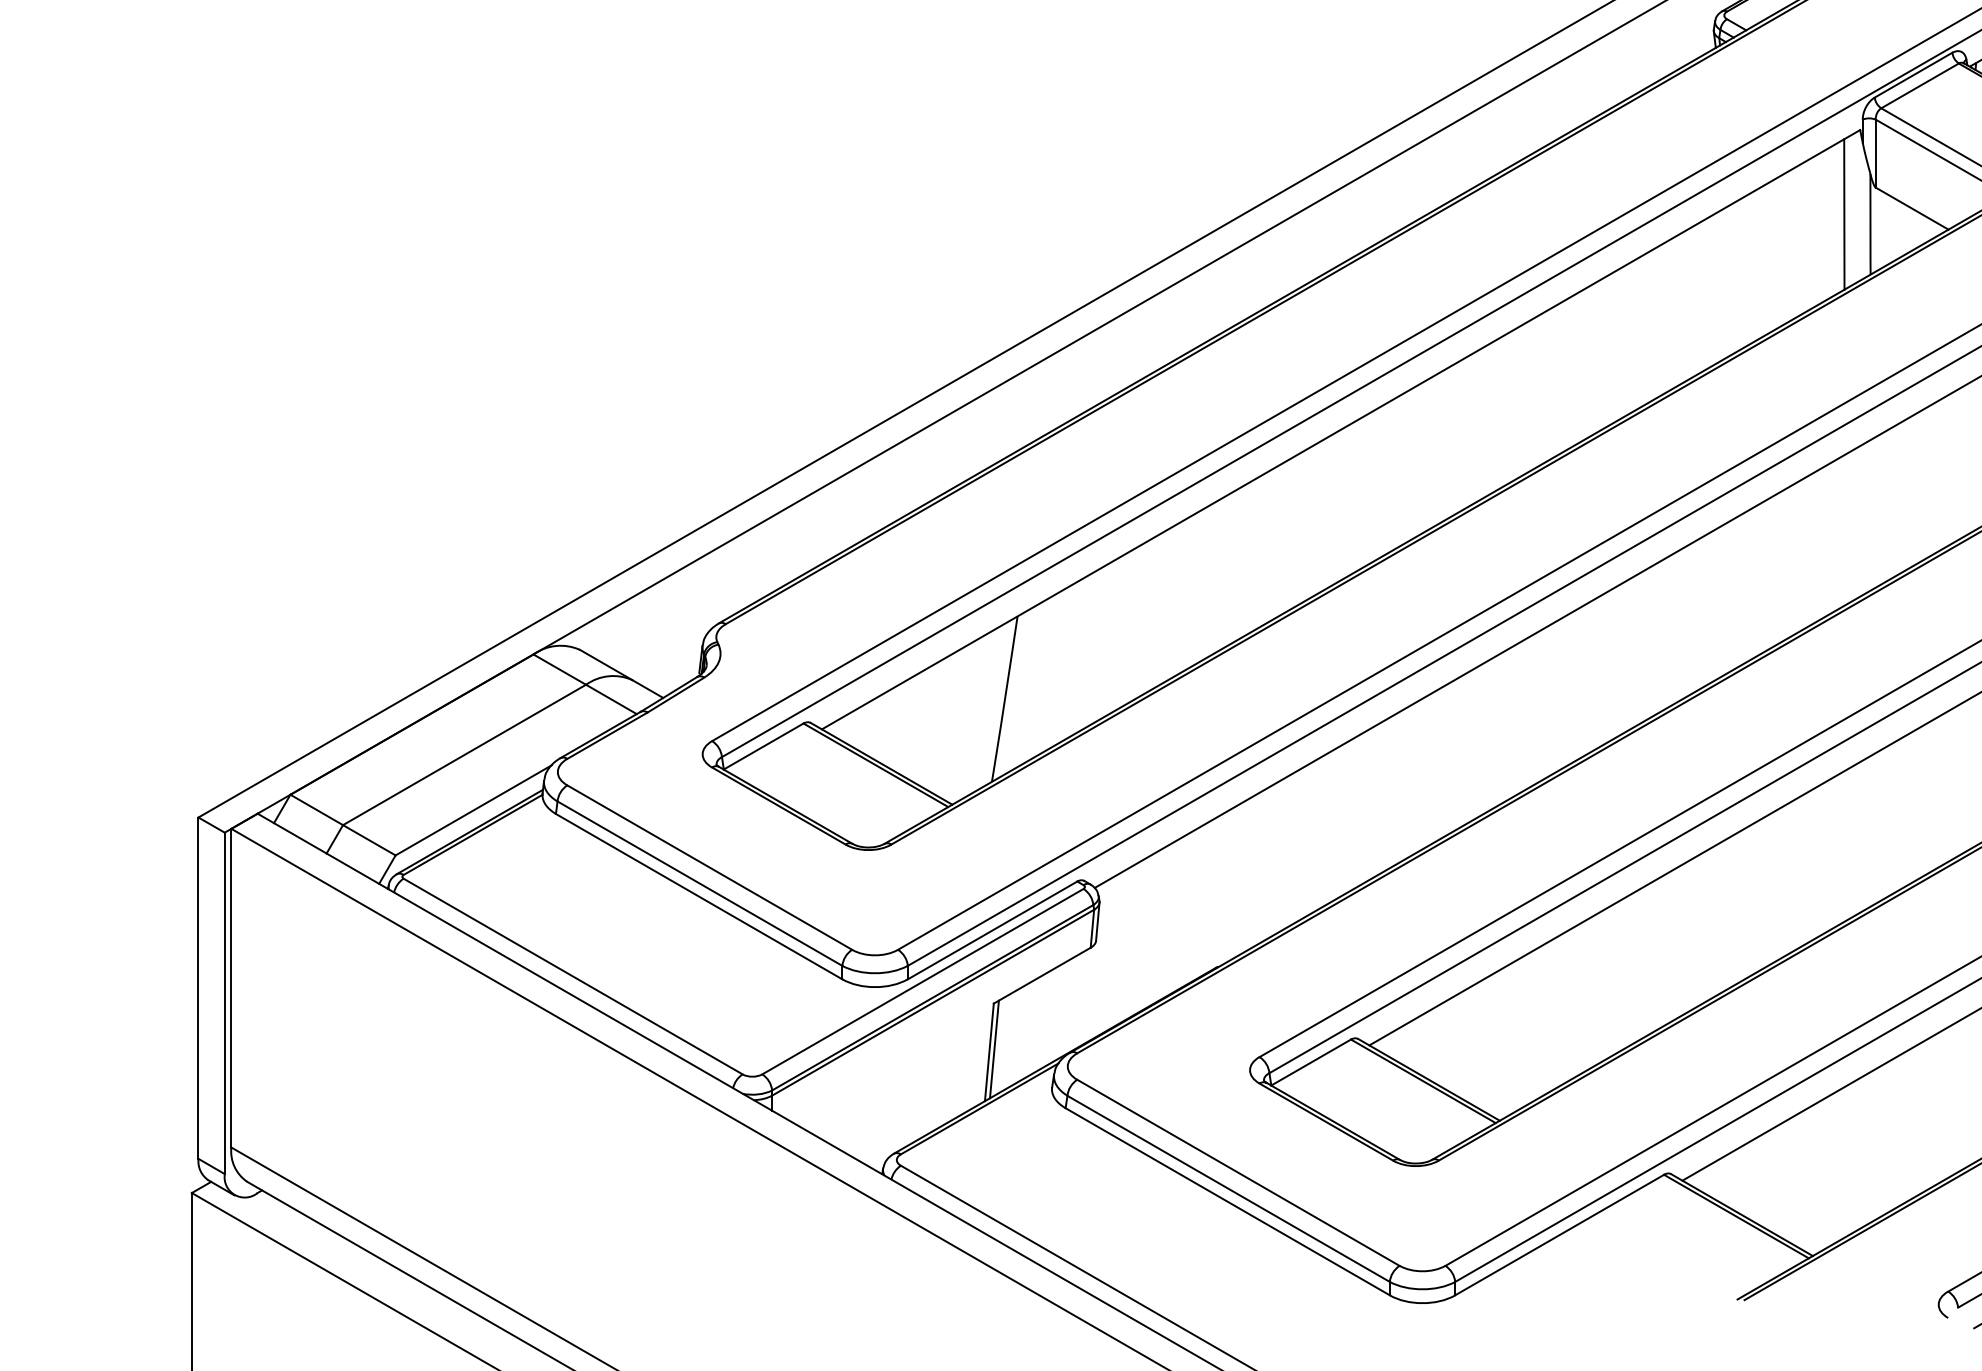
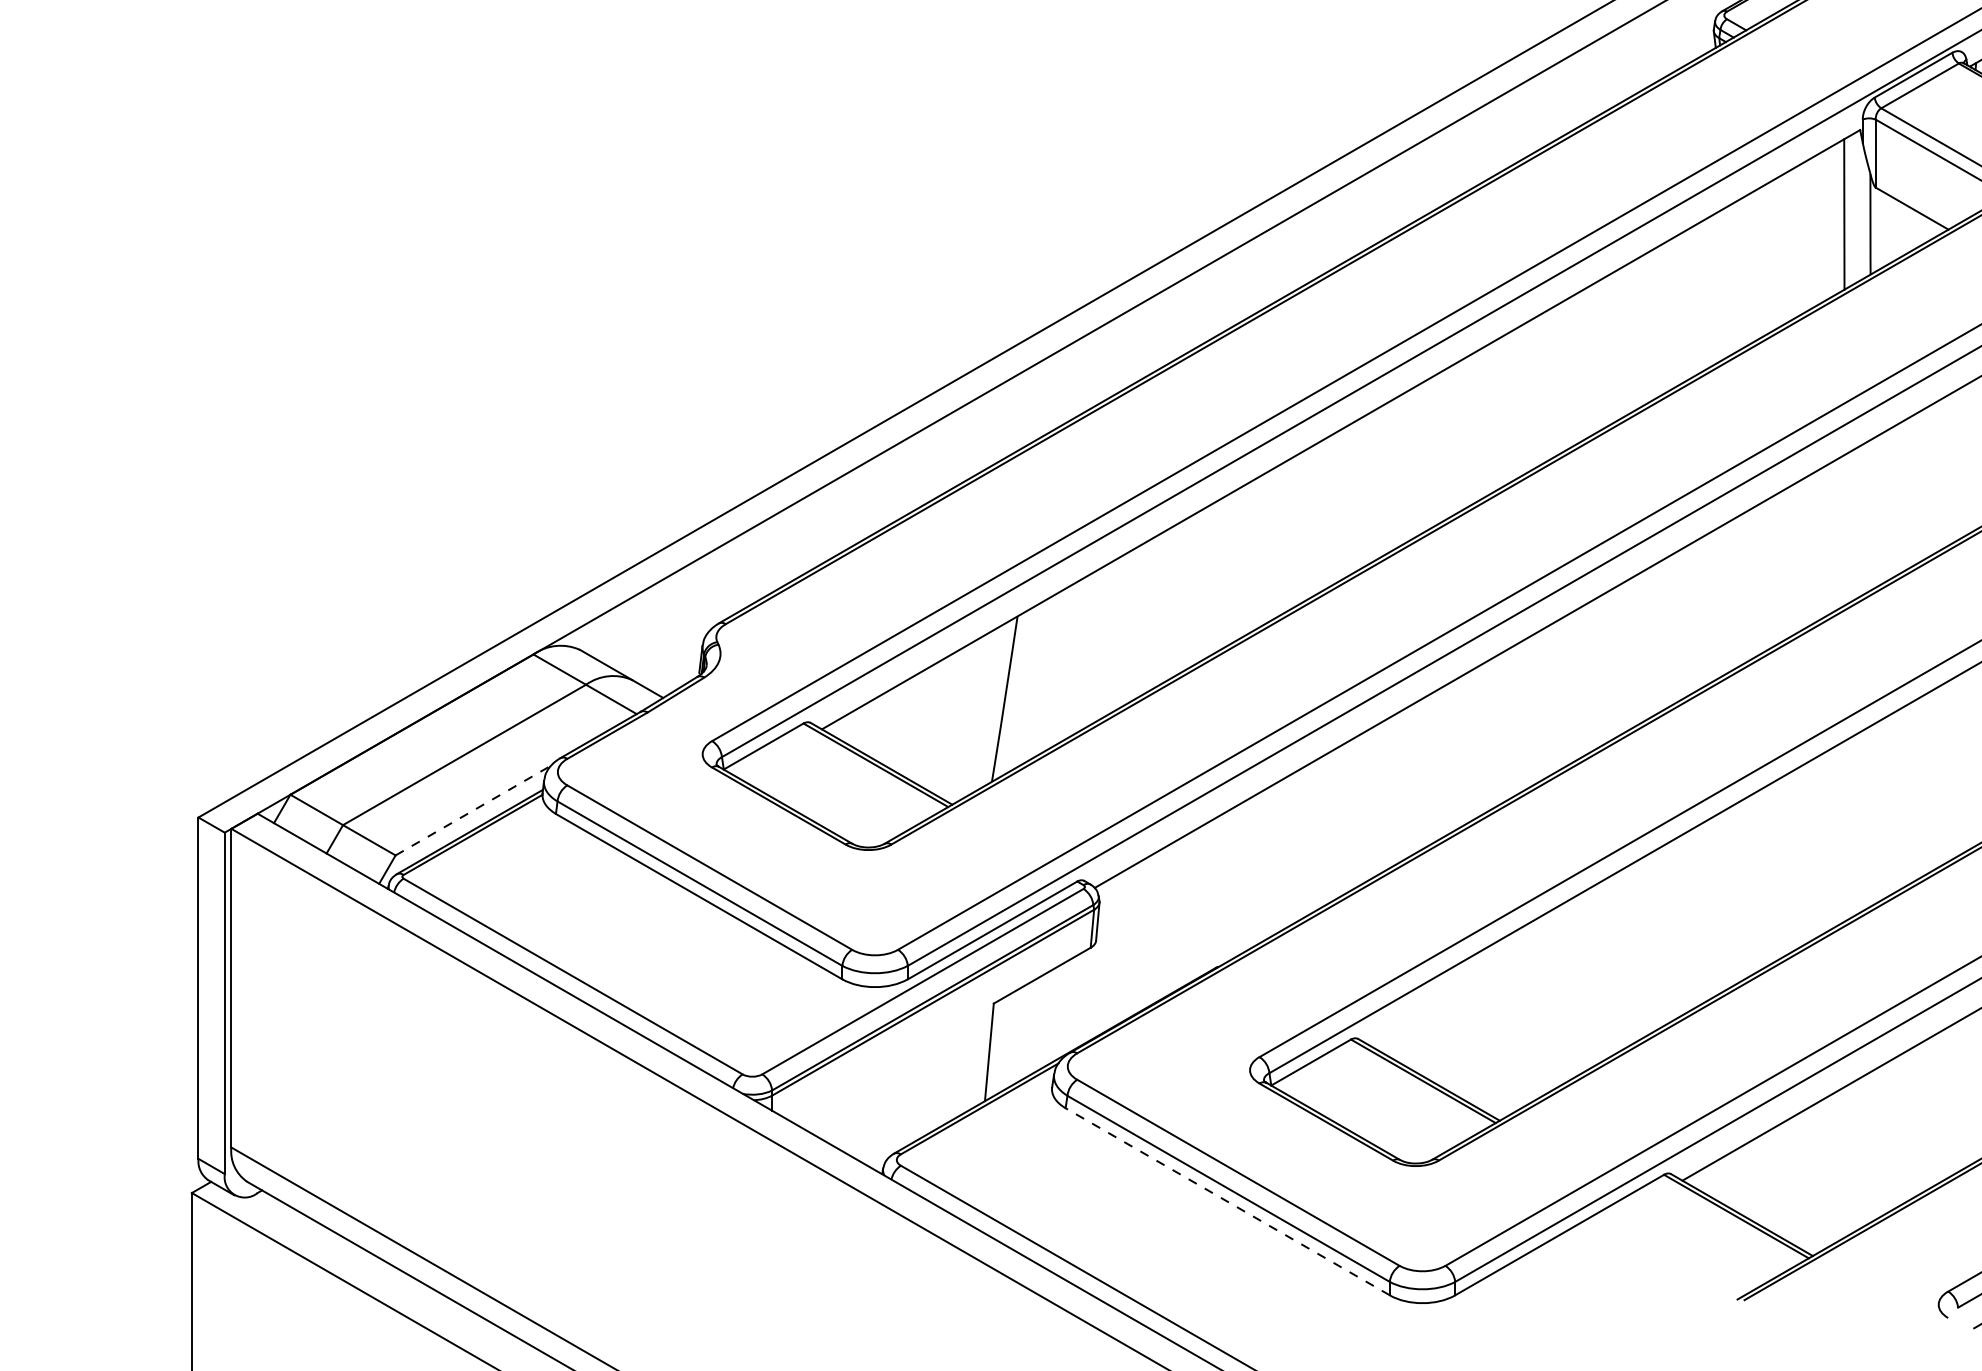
line at (474, 810): solid -> dashed
line at (1673, 869): present -> none
line at (994, 1049): present -> none
line at (1227, 1201): solid -> dashed
